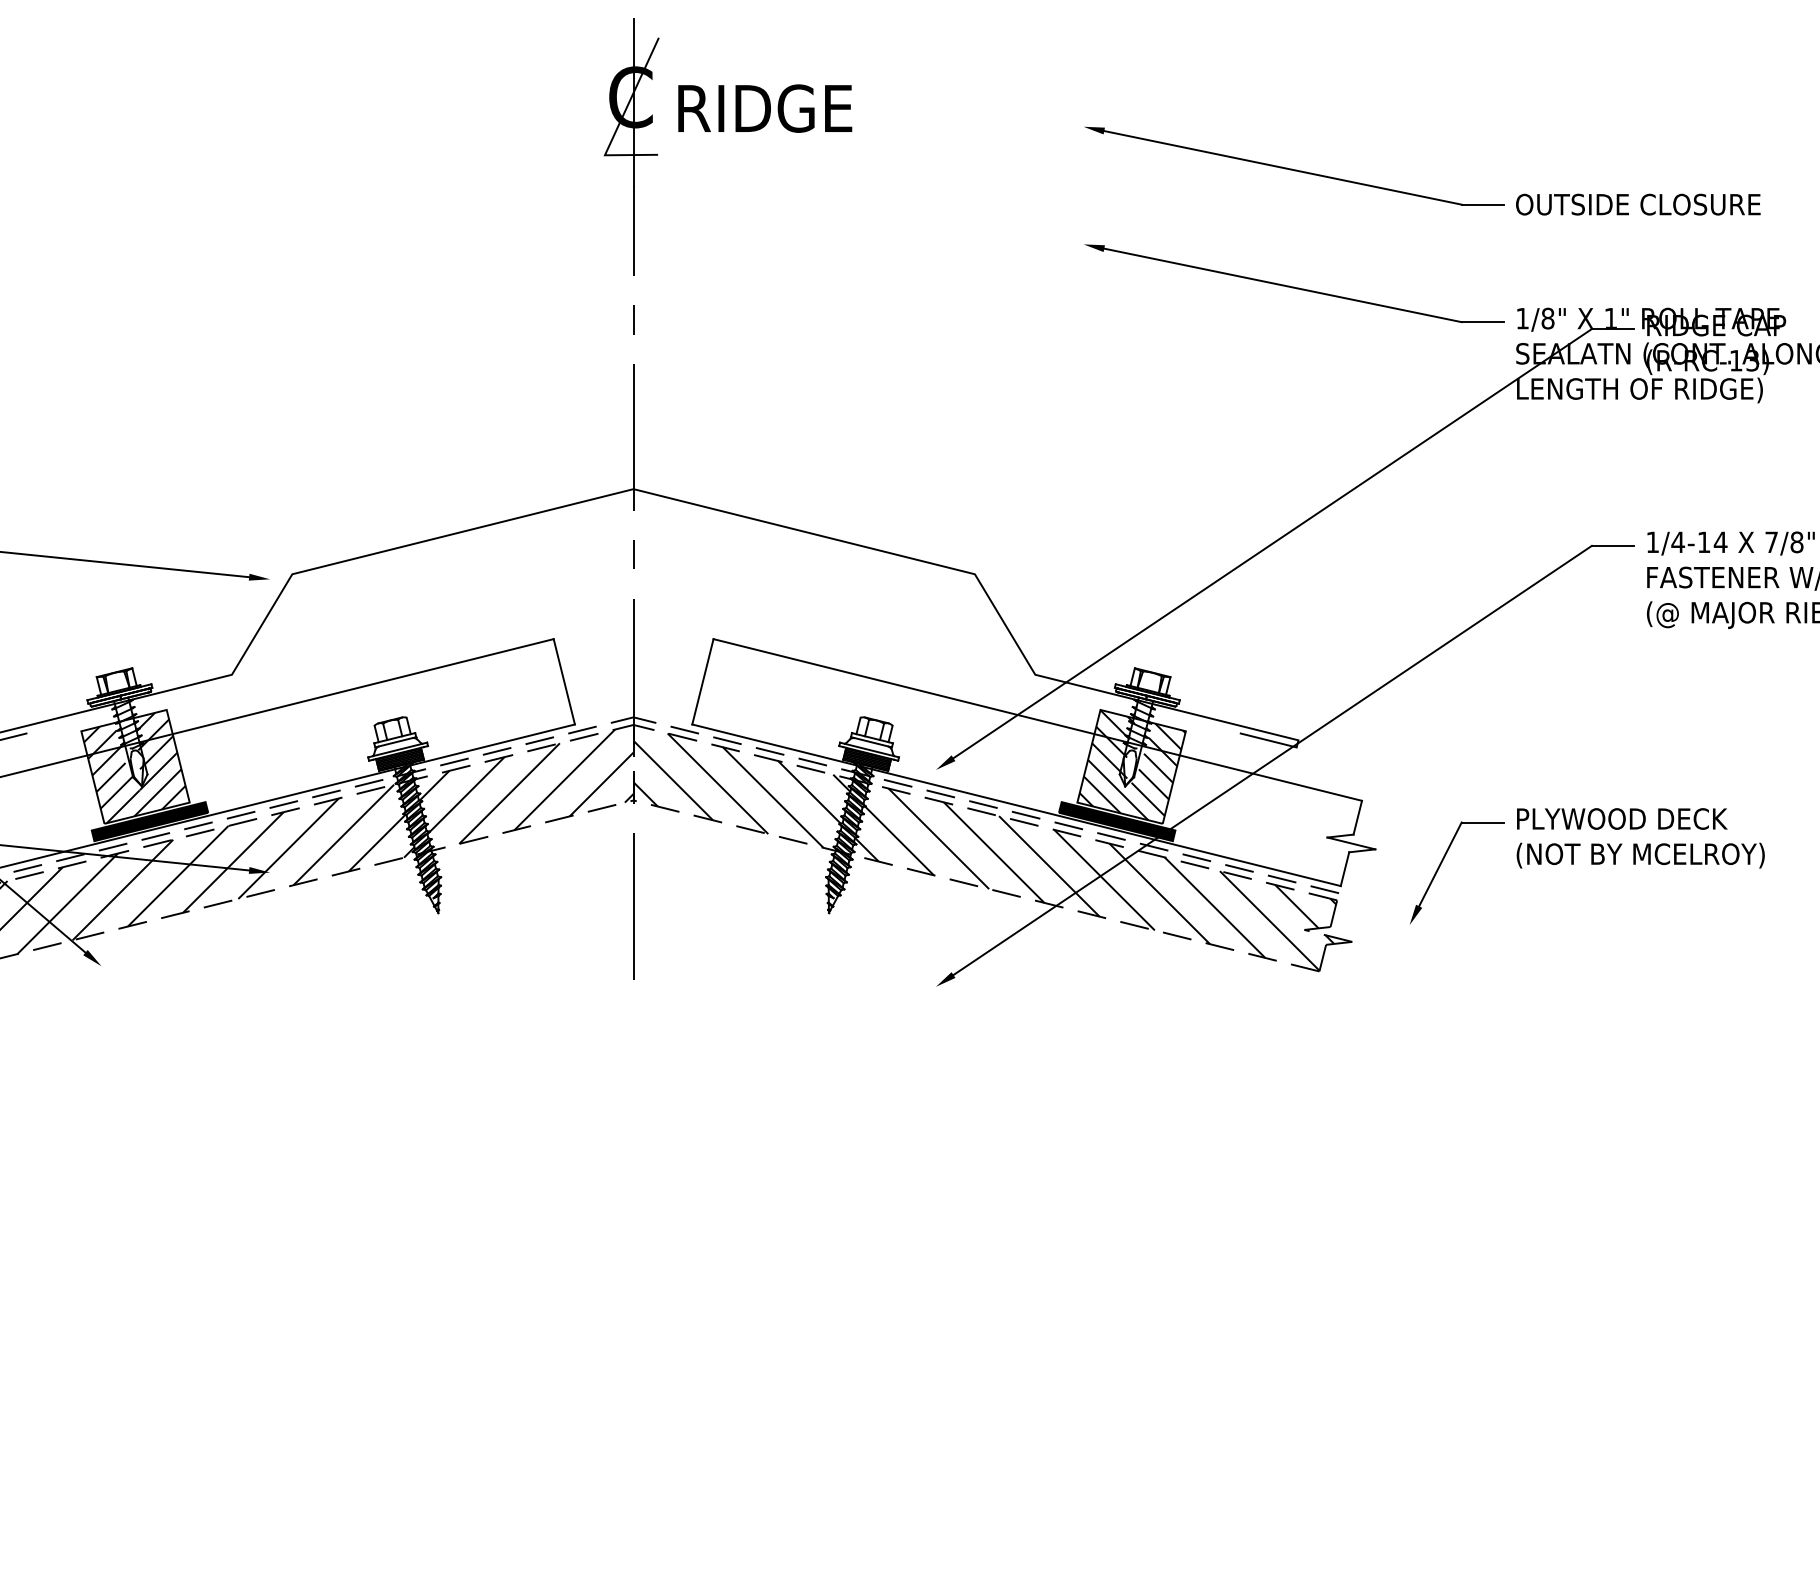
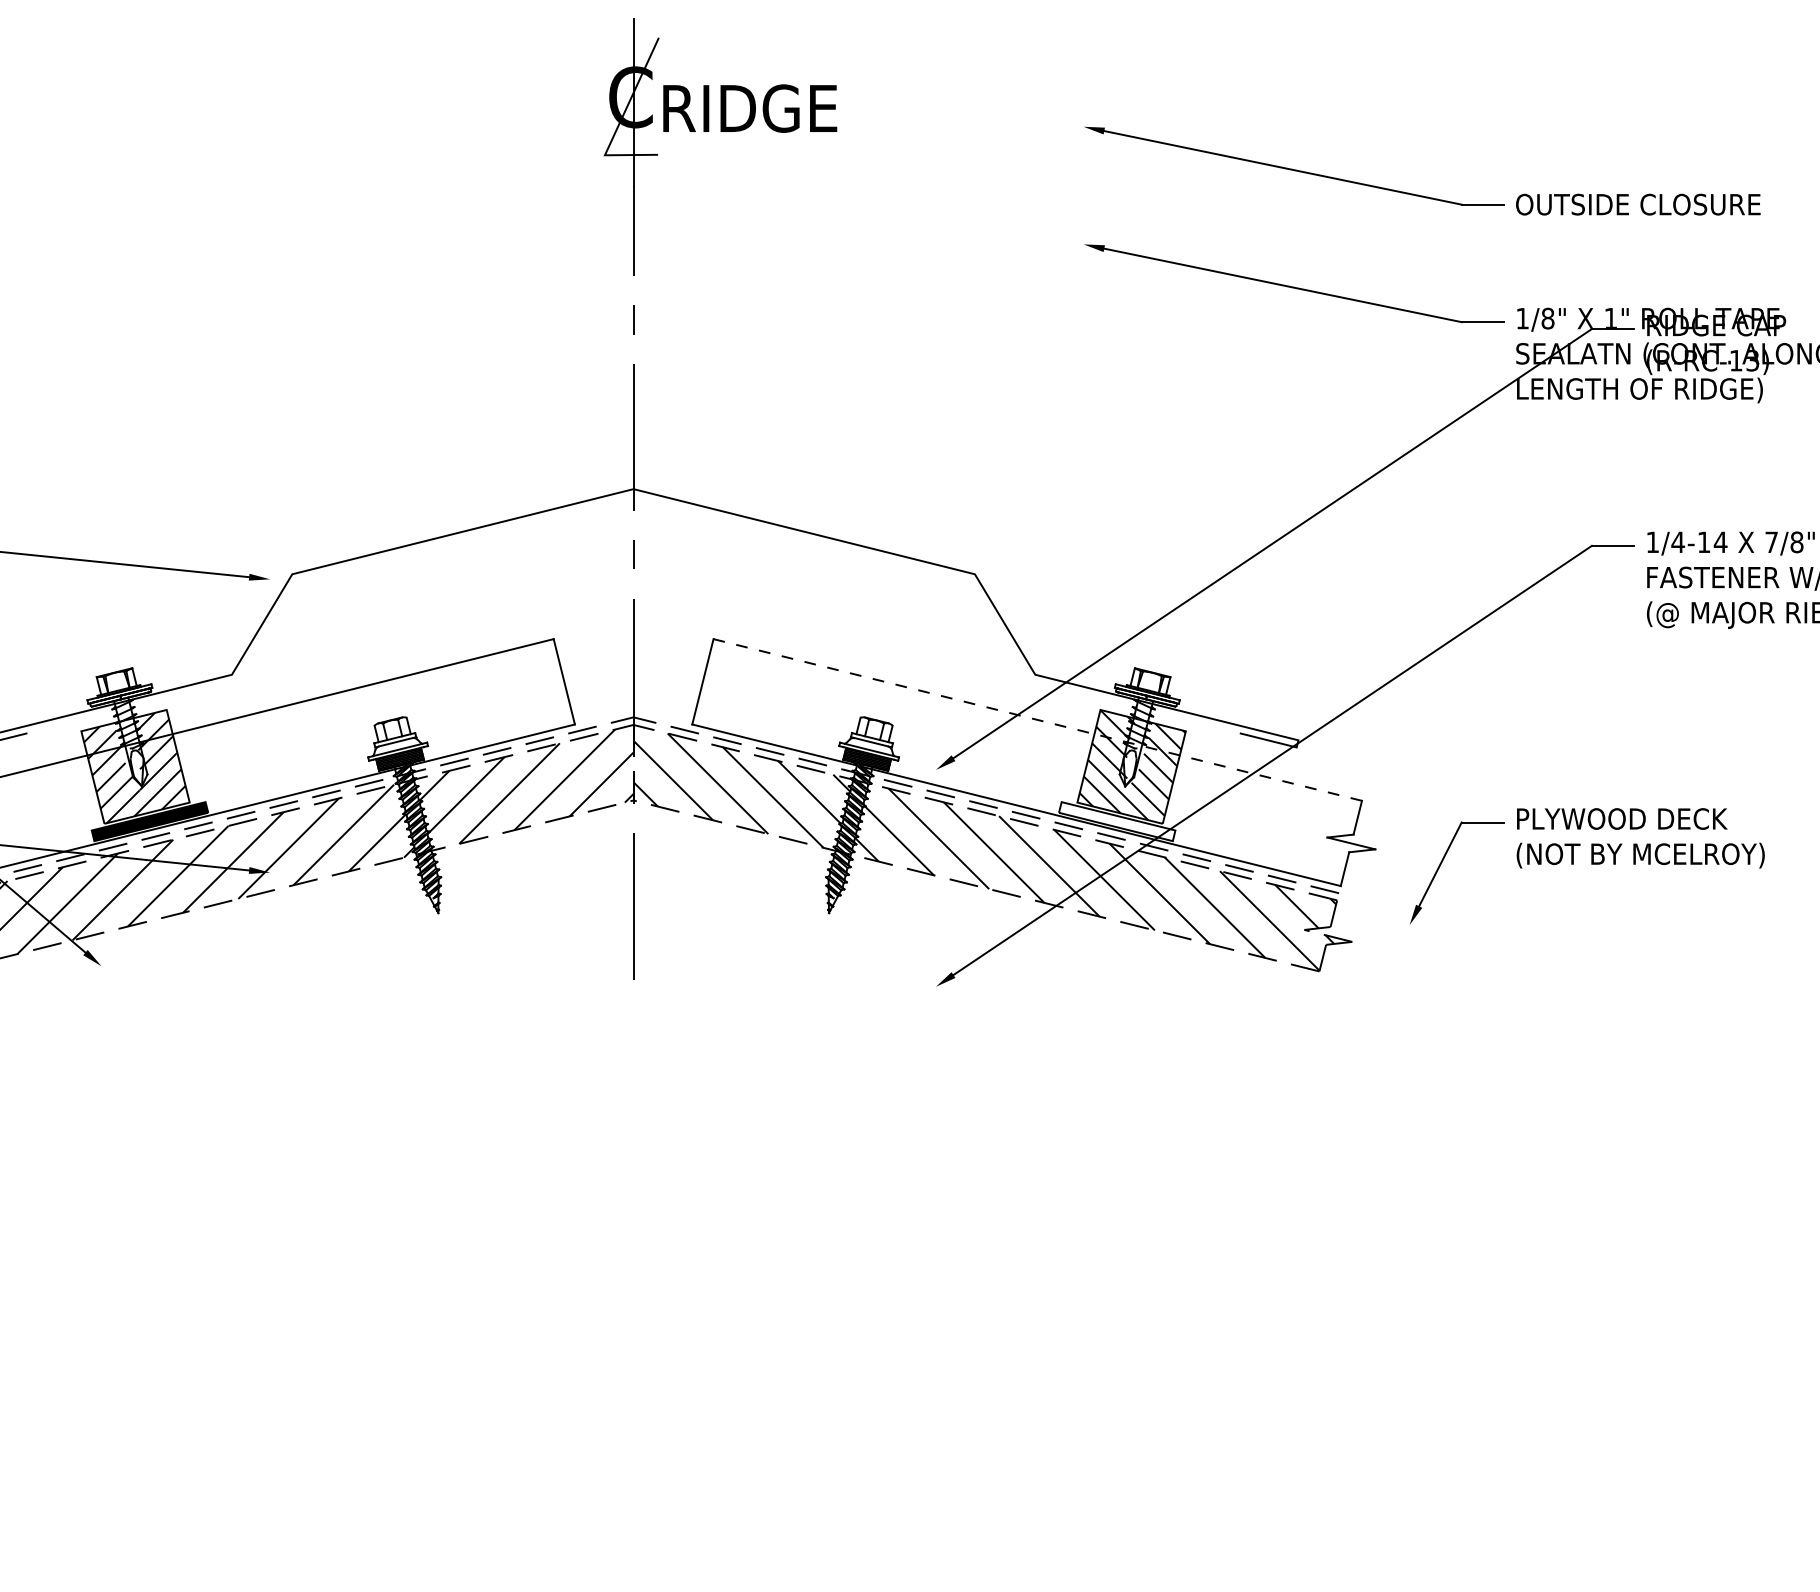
text at (765, 108) position: (765, 108) -> (750, 108)
line at (1037, 719): solid -> dashed
fill at (1117, 821): present -> none
